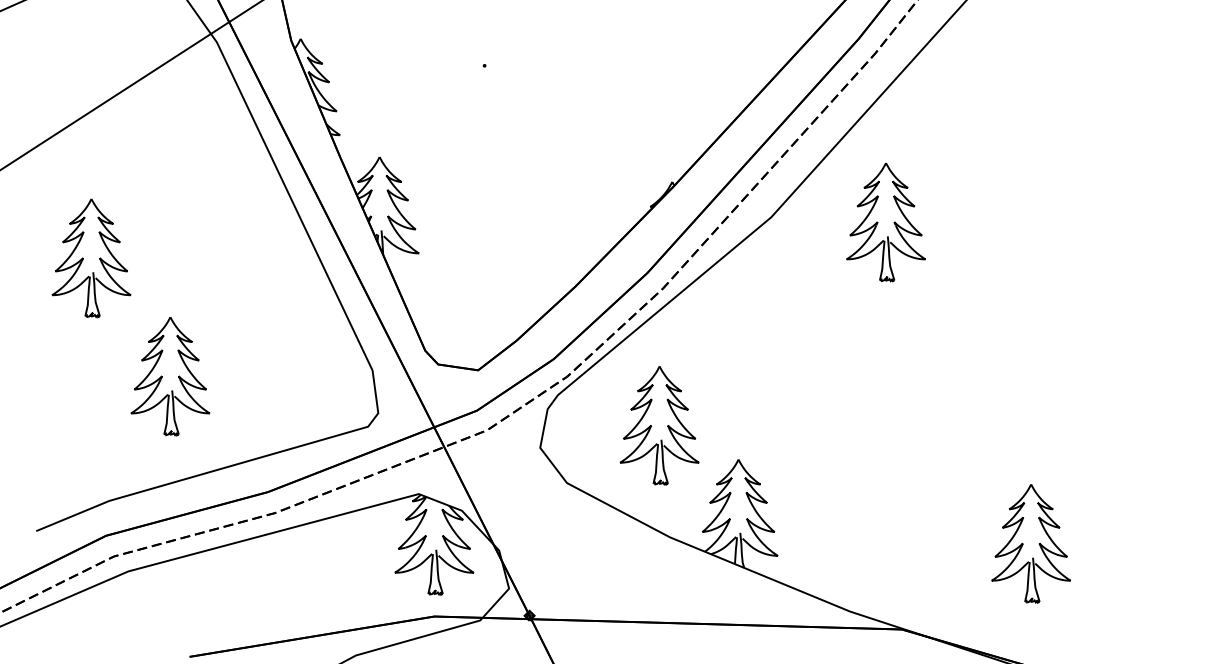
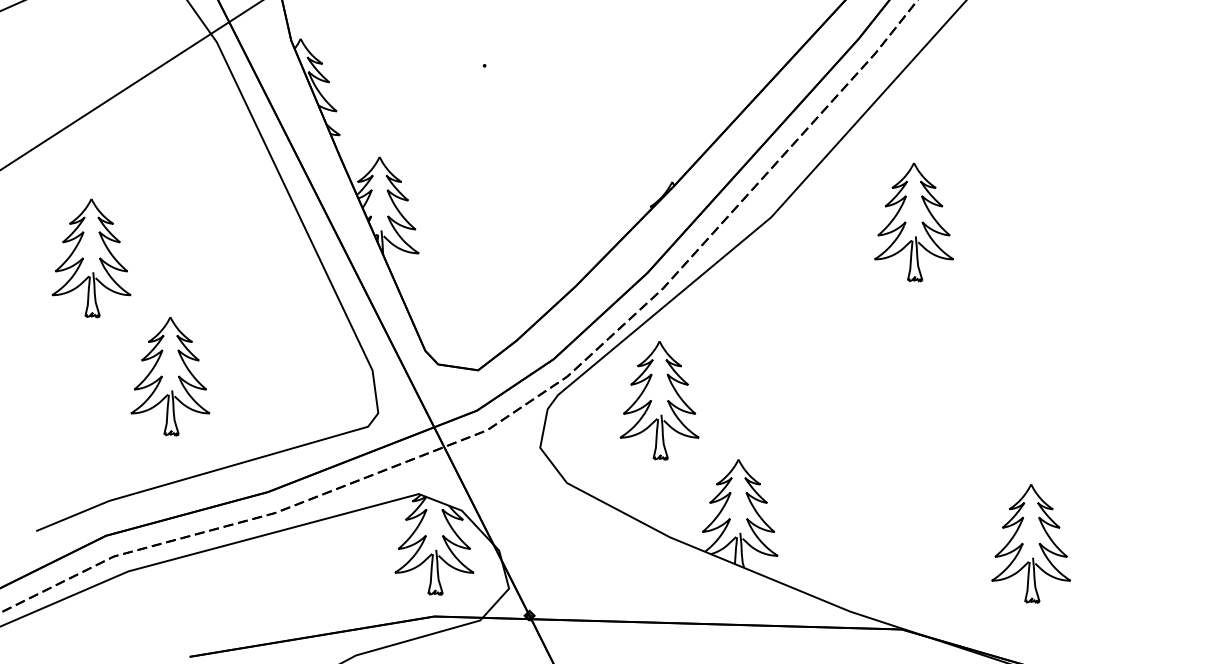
part at (885, 222) position: (885, 222) -> (913, 222)
part at (659, 425) position: (659, 425) -> (659, 400)
